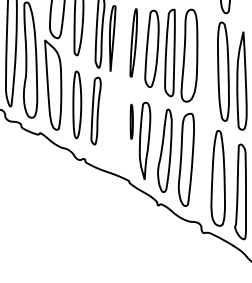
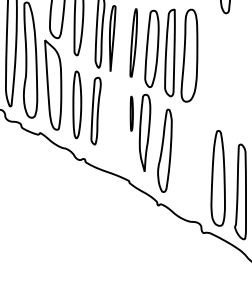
part at (232, 75): present -> none
part at (140, 140) position: (140, 140) -> (140, 132)
part at (185, 159): present -> none
